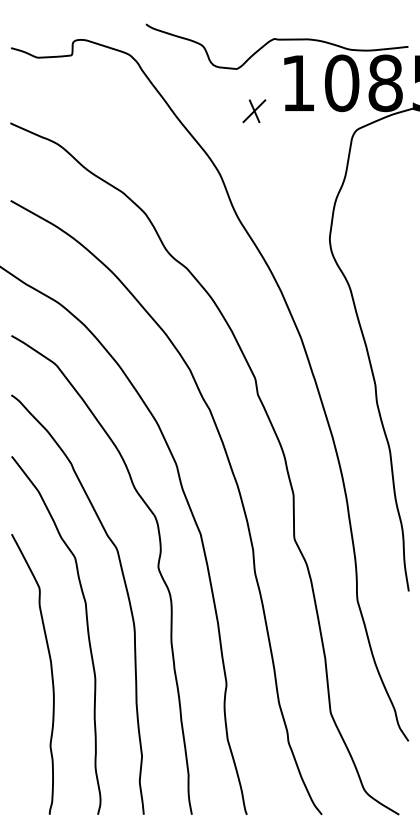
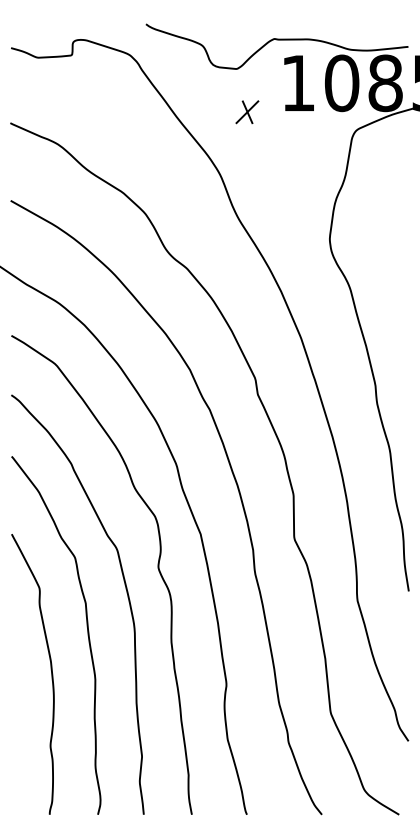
part at (254, 111) position: (254, 111) -> (247, 112)
